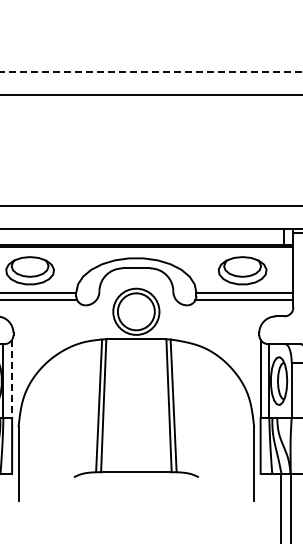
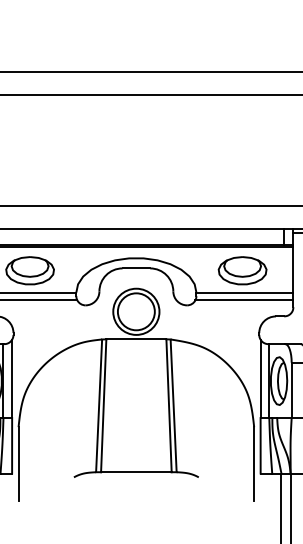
line at (151, 71): dashed -> solid
line at (12, 379): dashed -> solid
